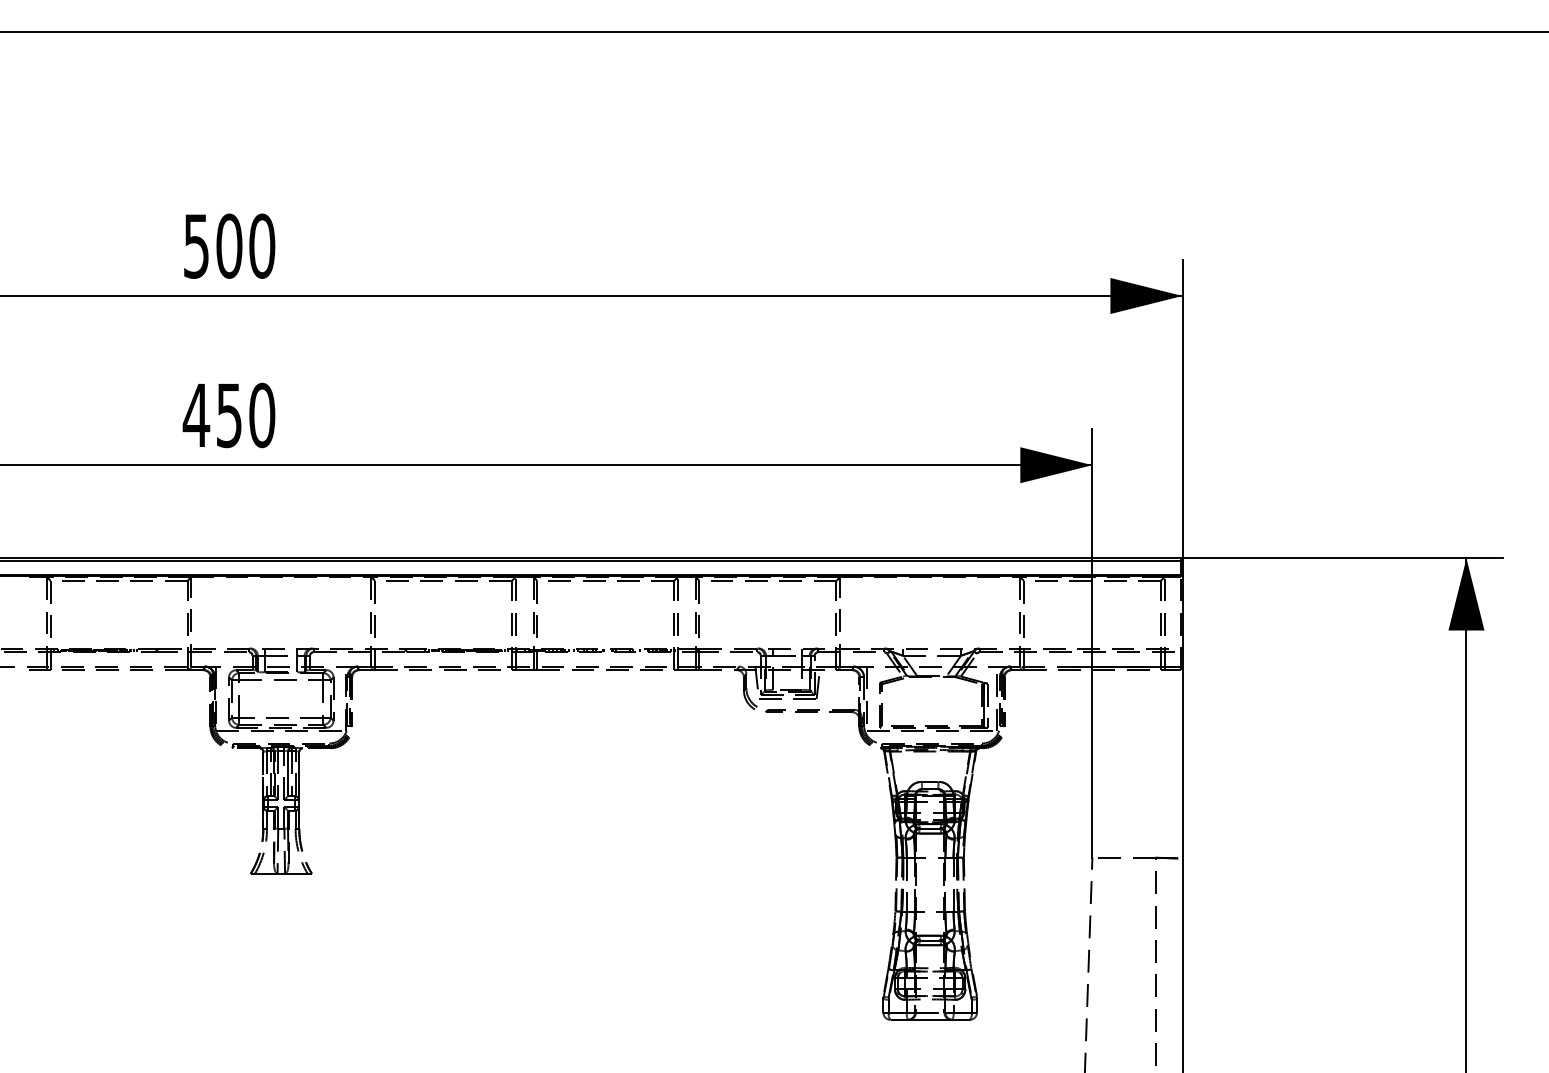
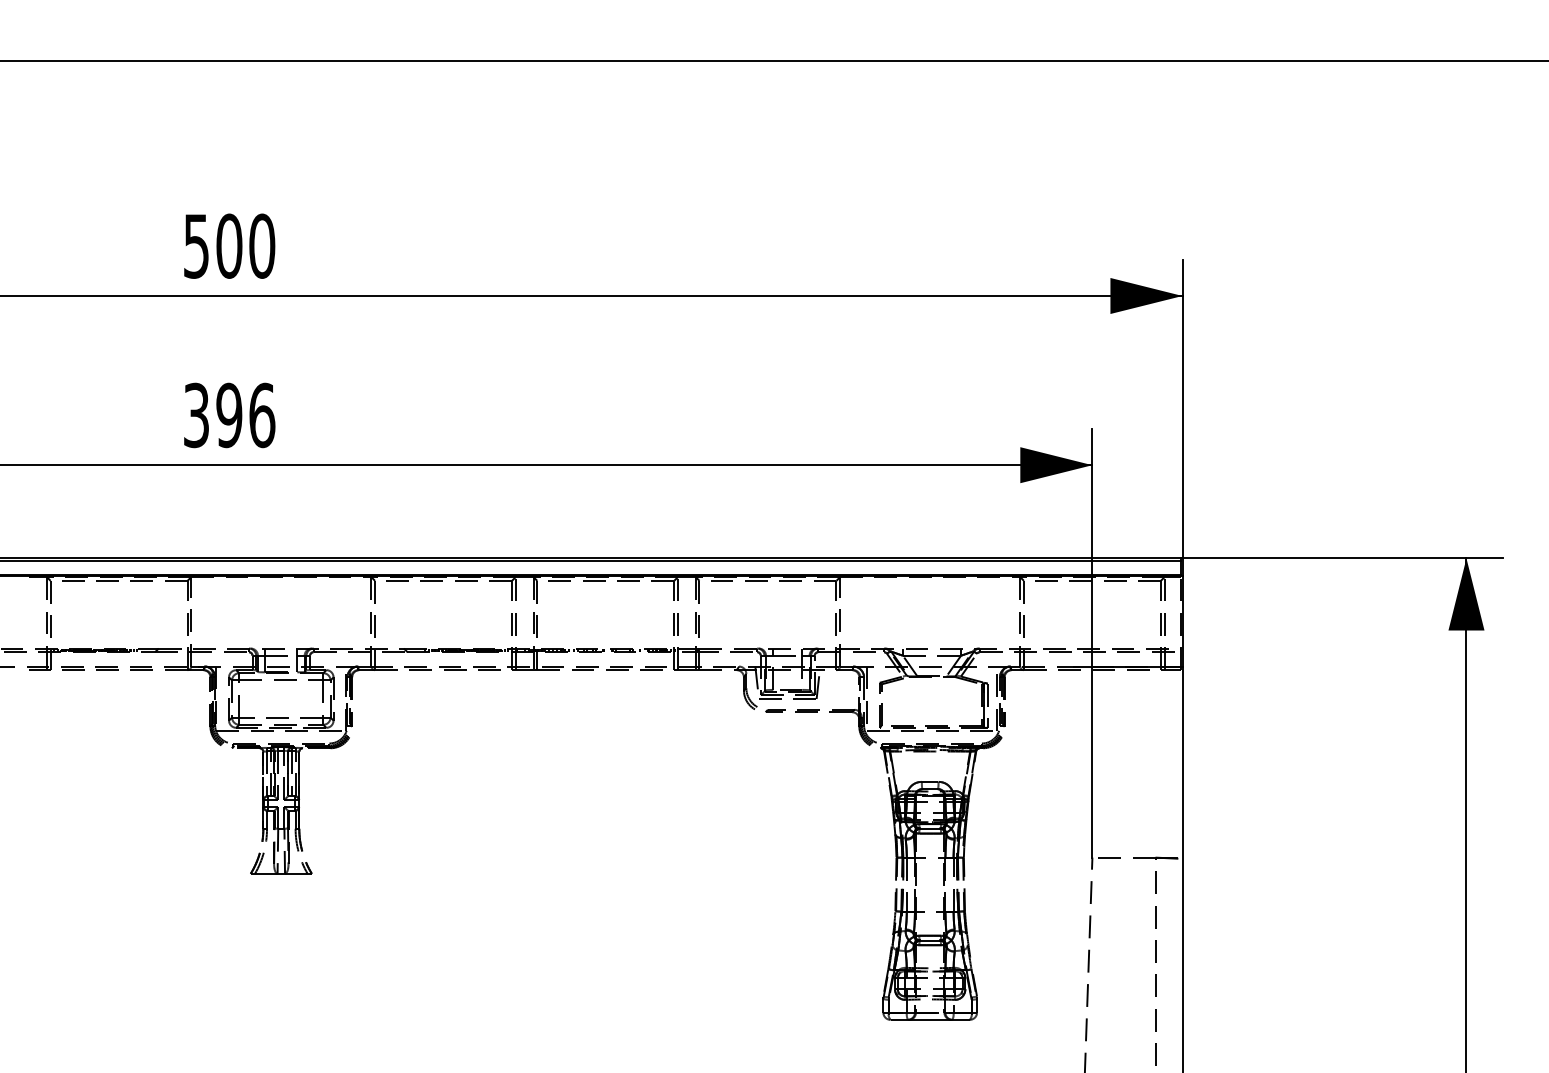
line at (773, 32) position: (773, 32) -> (773, 61)
text at (228, 415): 450 -> 396
